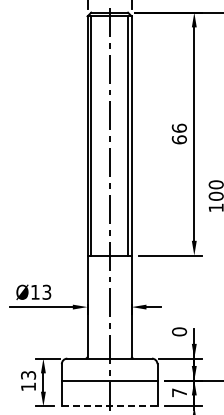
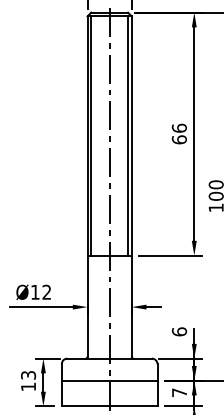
text at (46, 292): Ø13 -> Ø12
text at (179, 331): 0 -> 6
line at (109, 406): dashed -> solid
